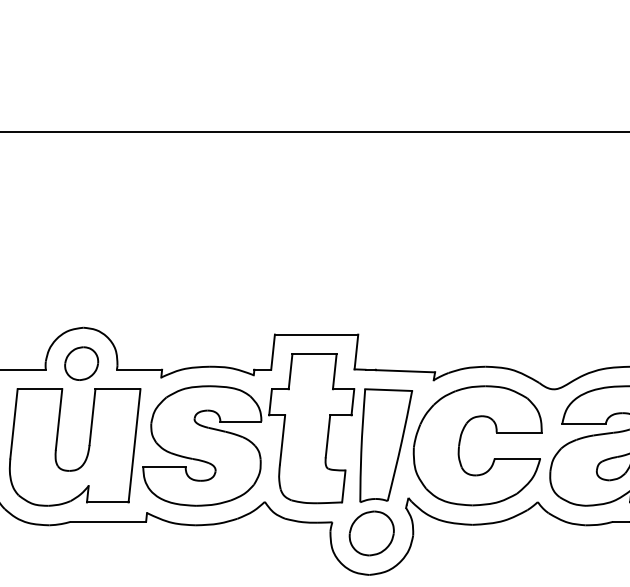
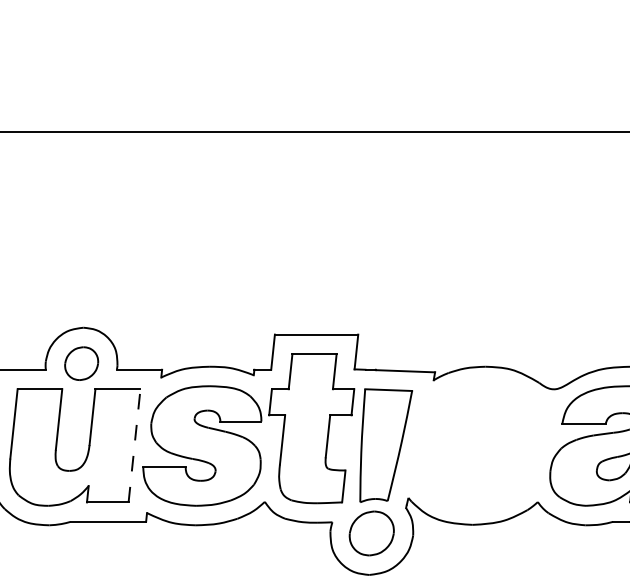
line at (134, 445): solid -> dashed
part at (460, 445): present -> none
